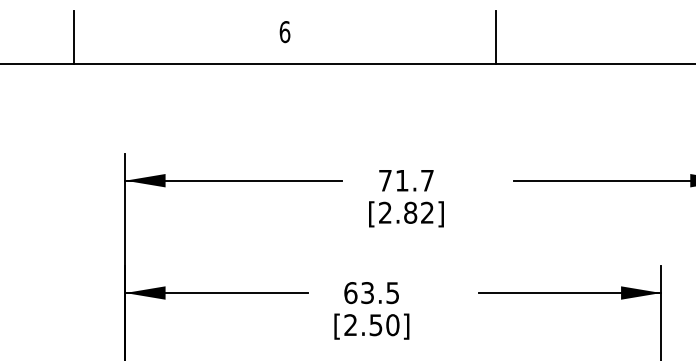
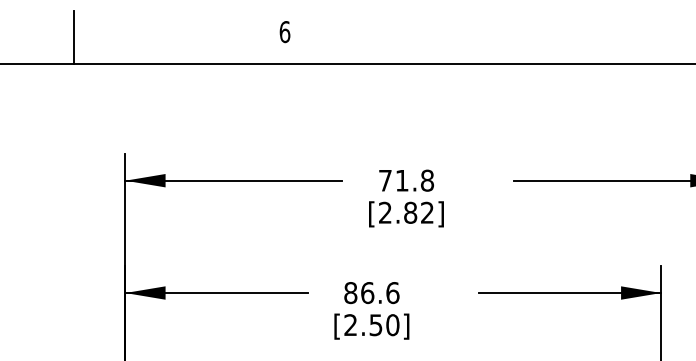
line at (496, 37): present -> none
text at (427, 180): 71.7 -> 71.8
text at (371, 293): 63.5 -> 86.6
